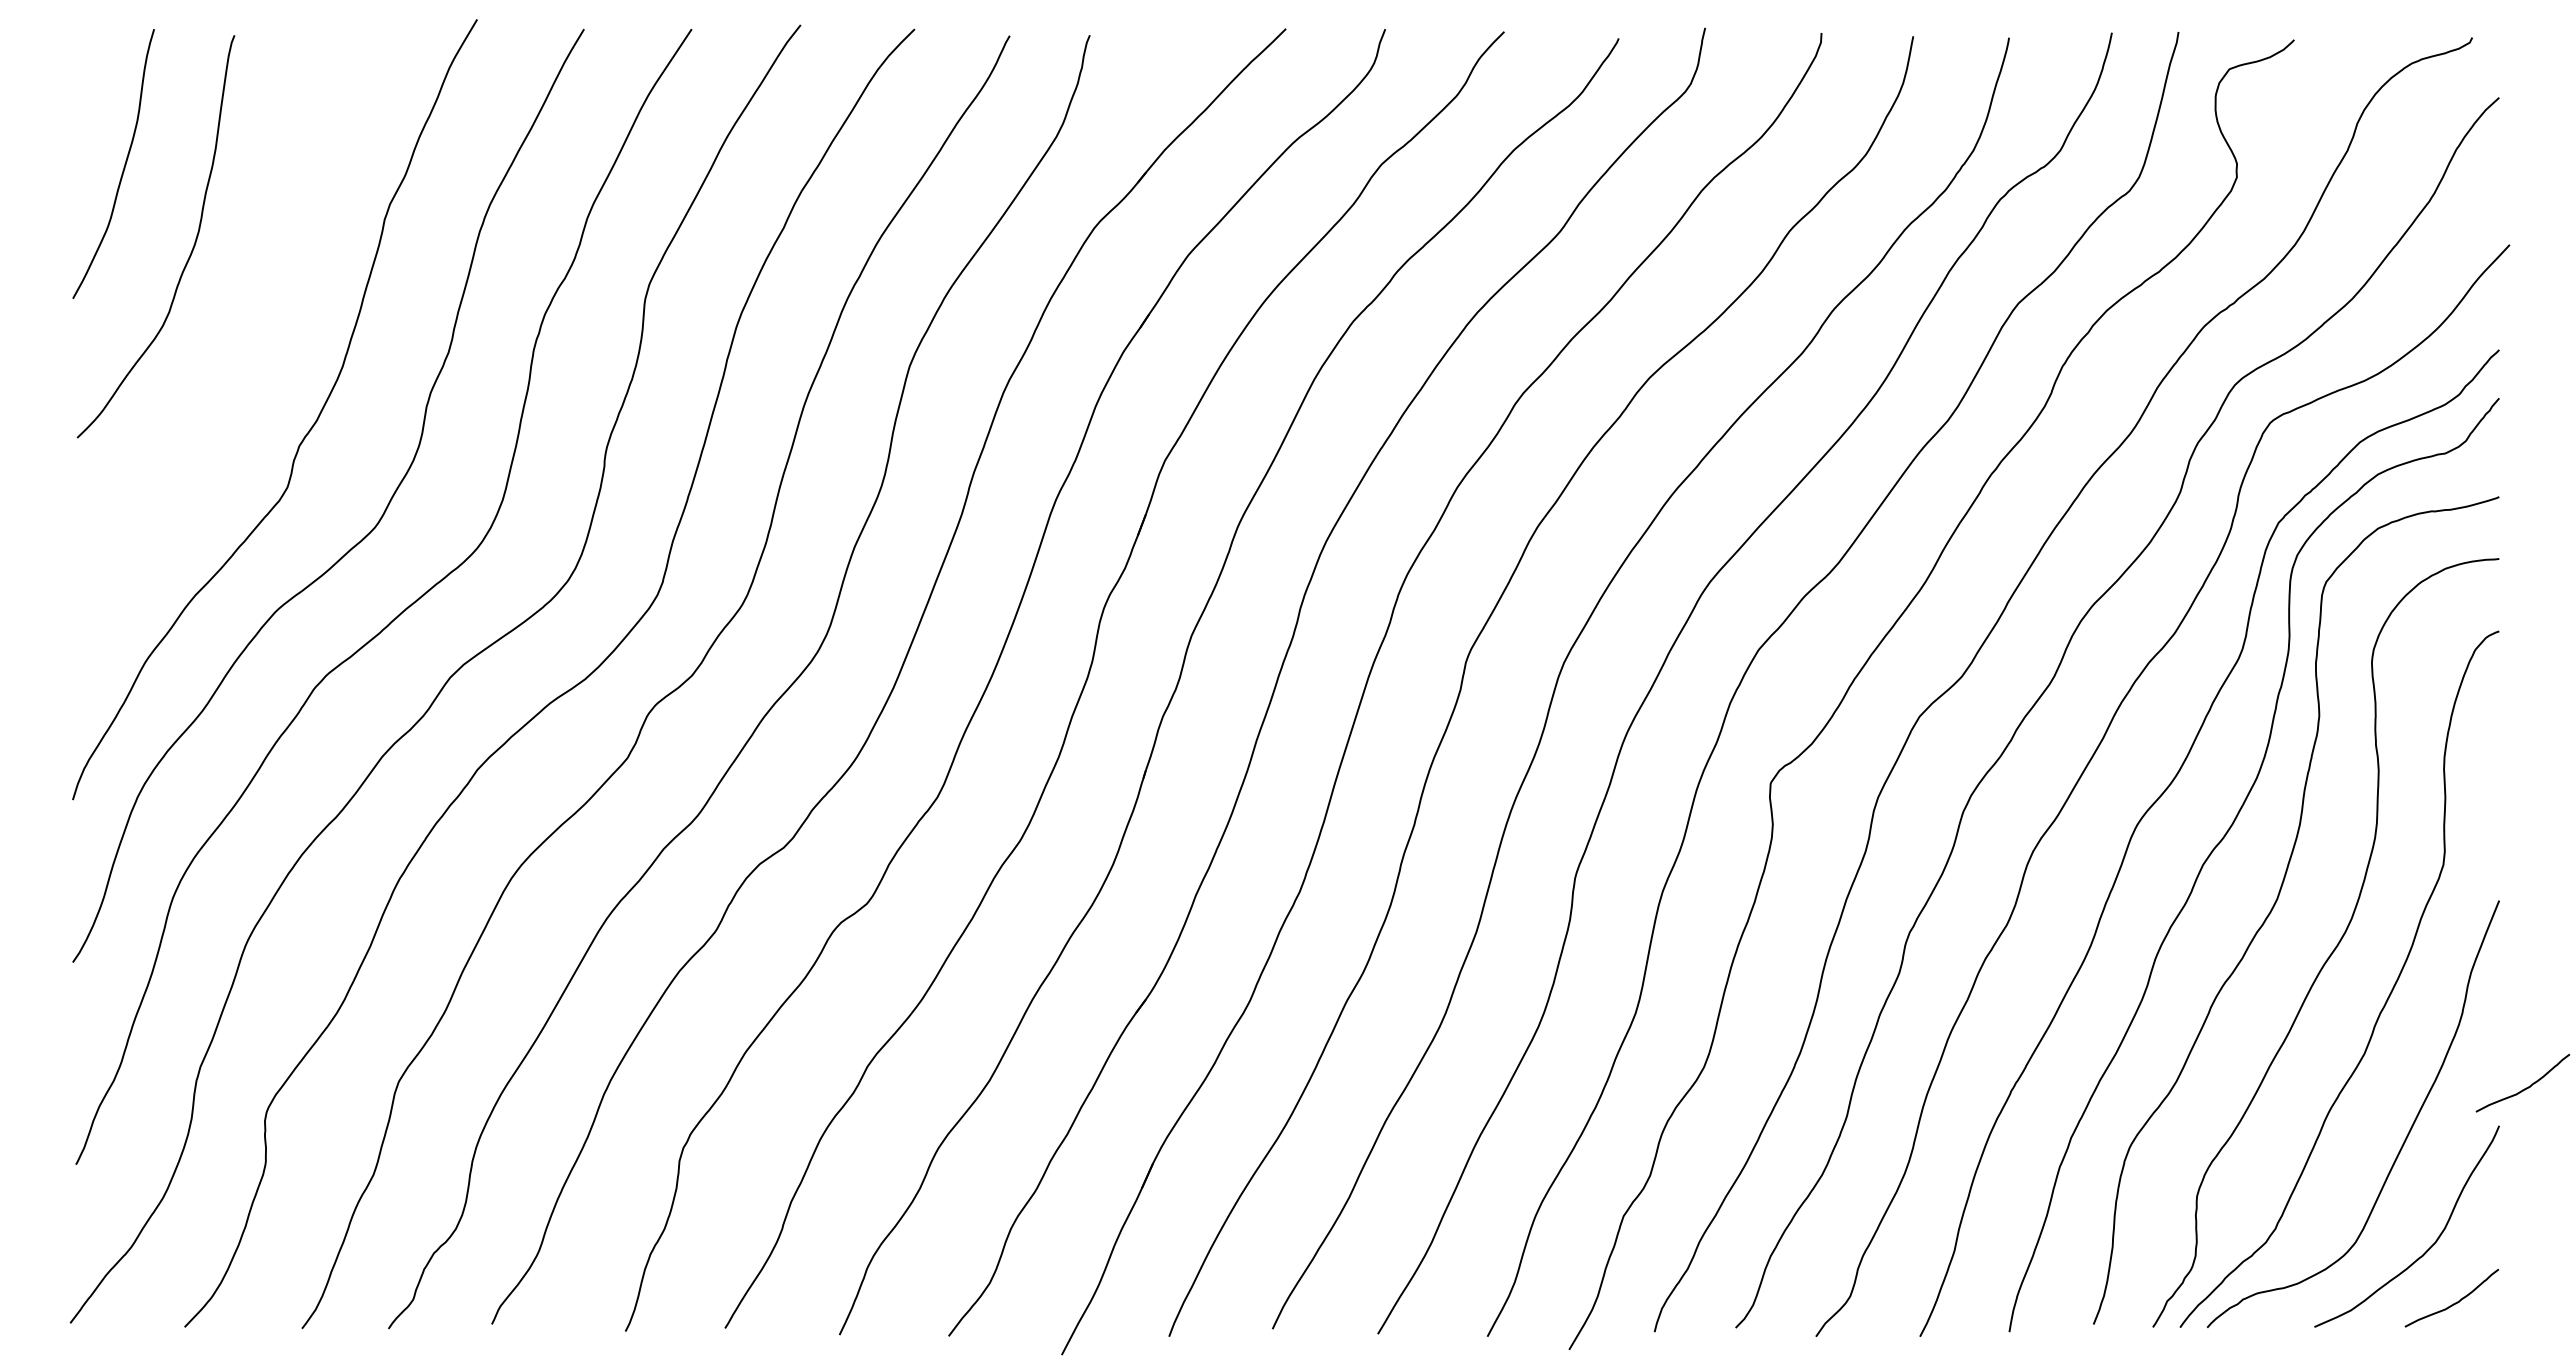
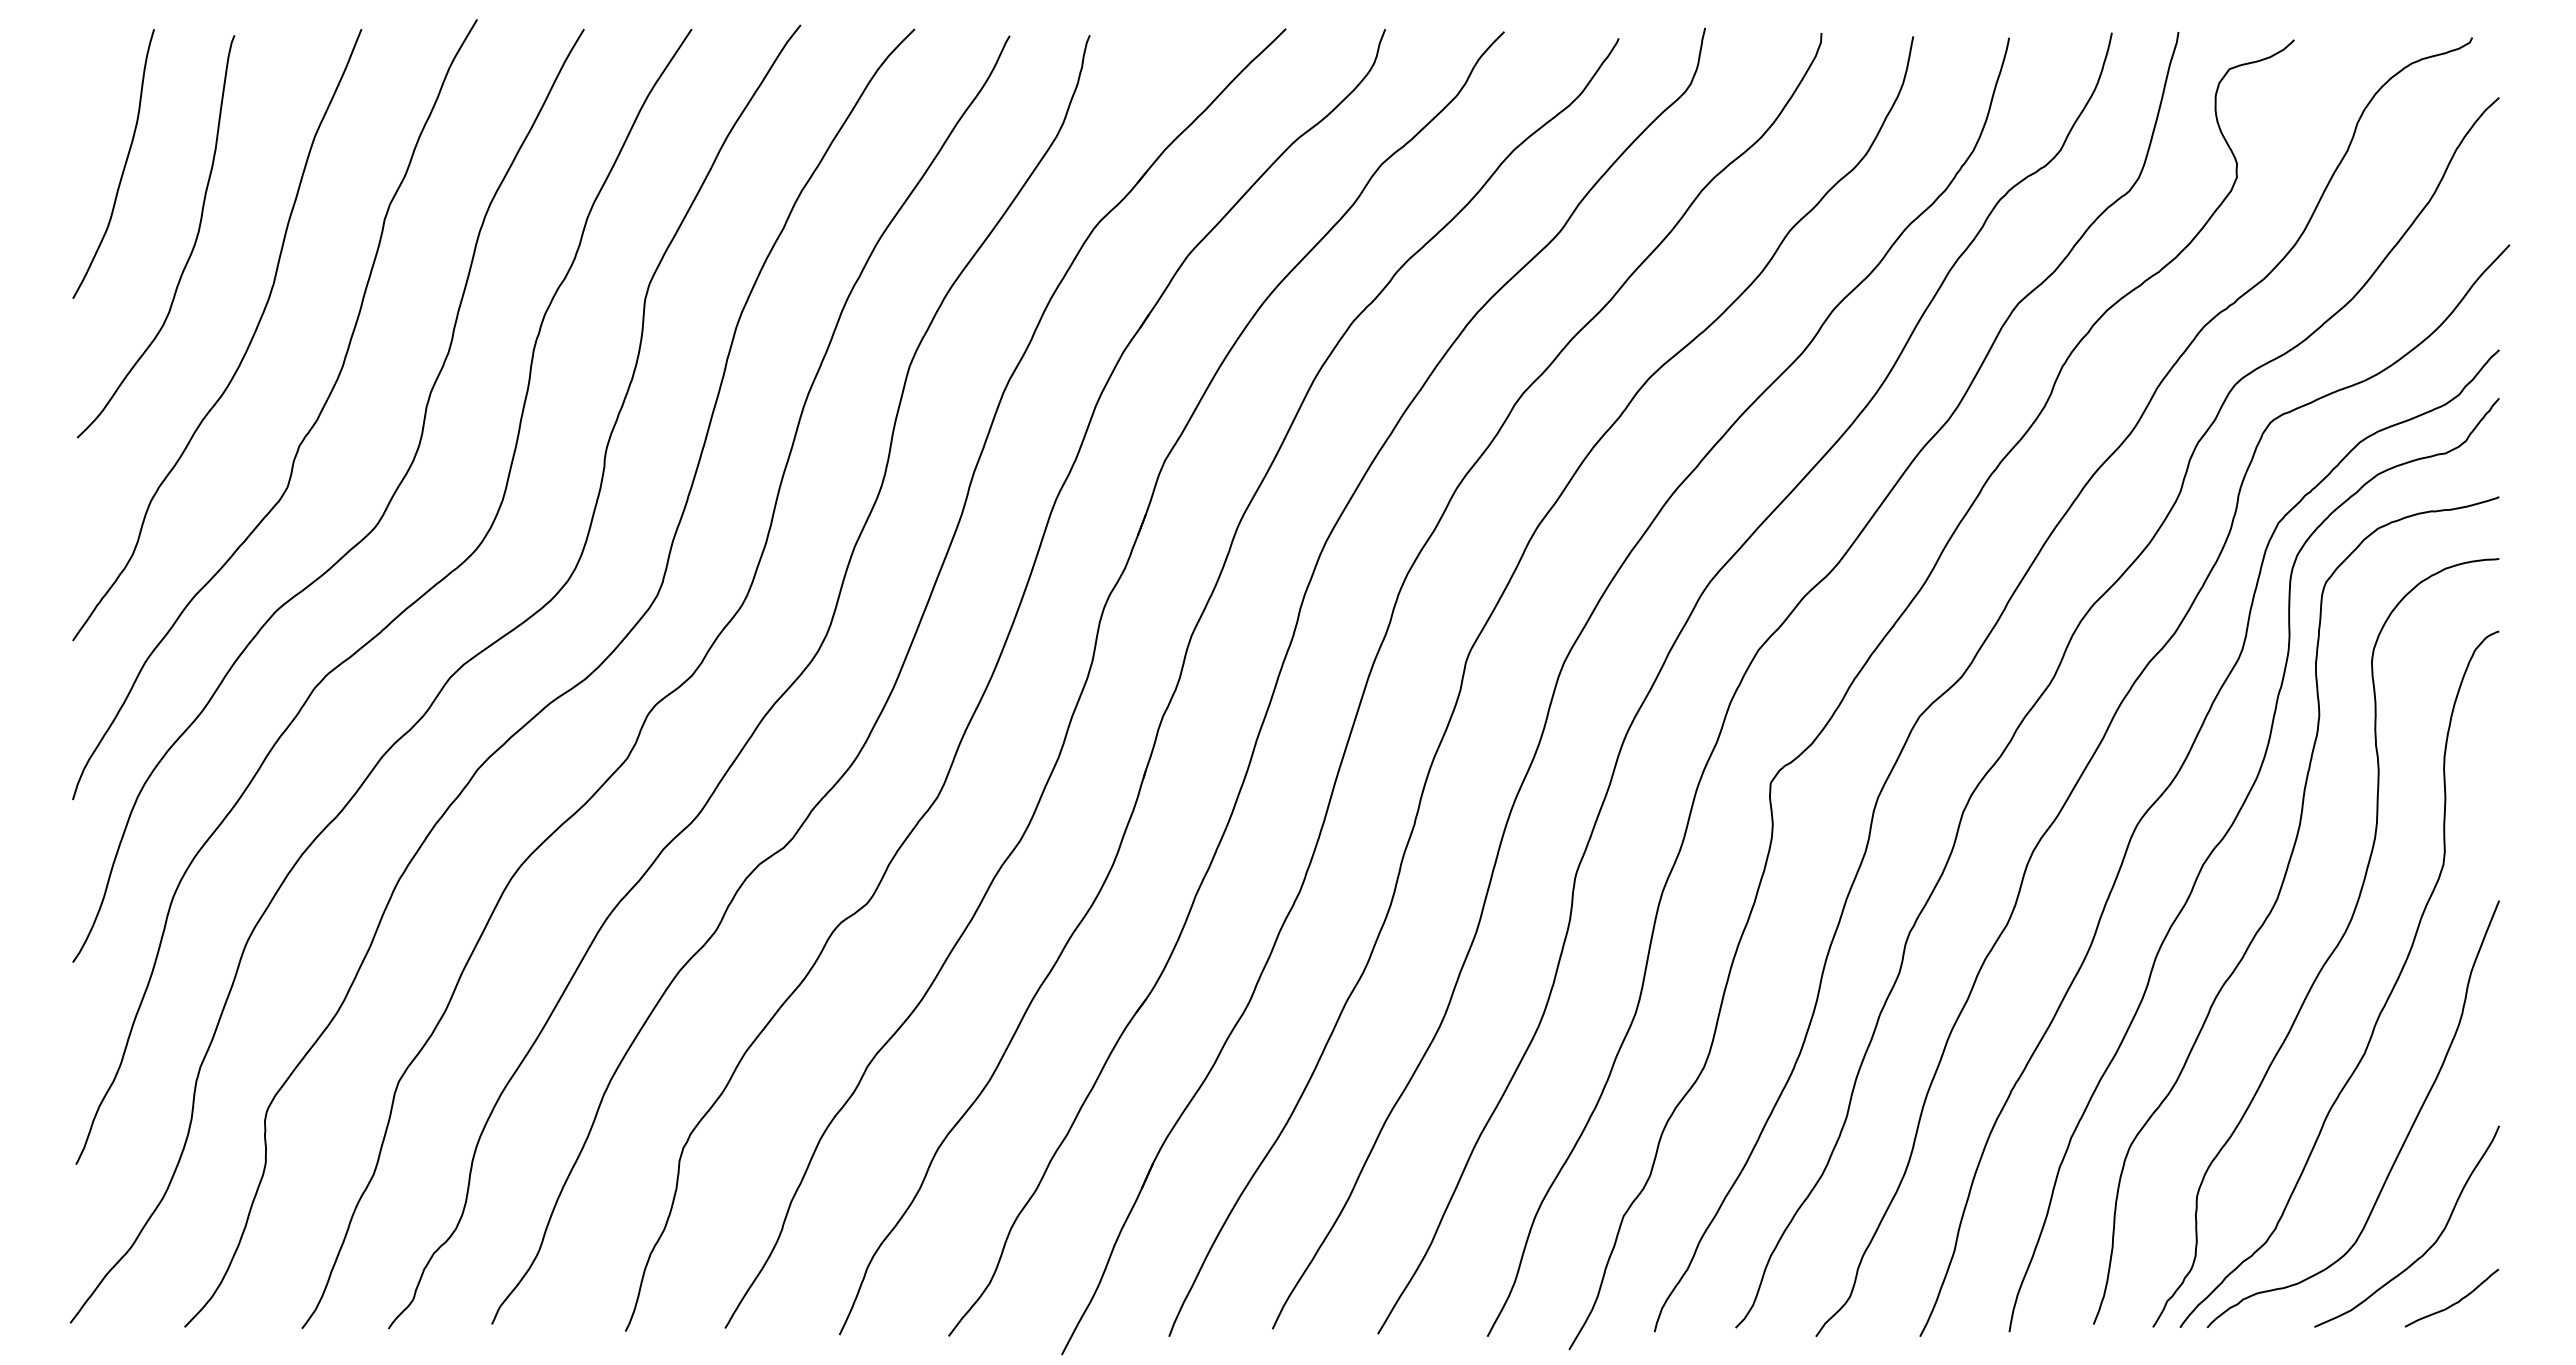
curve at (245, 350): none -> present
curve at (2524, 1088): present -> none
